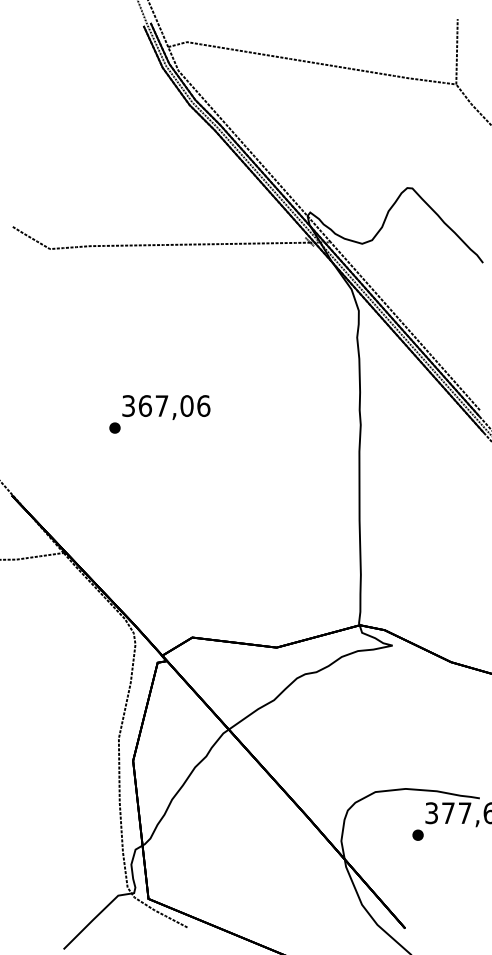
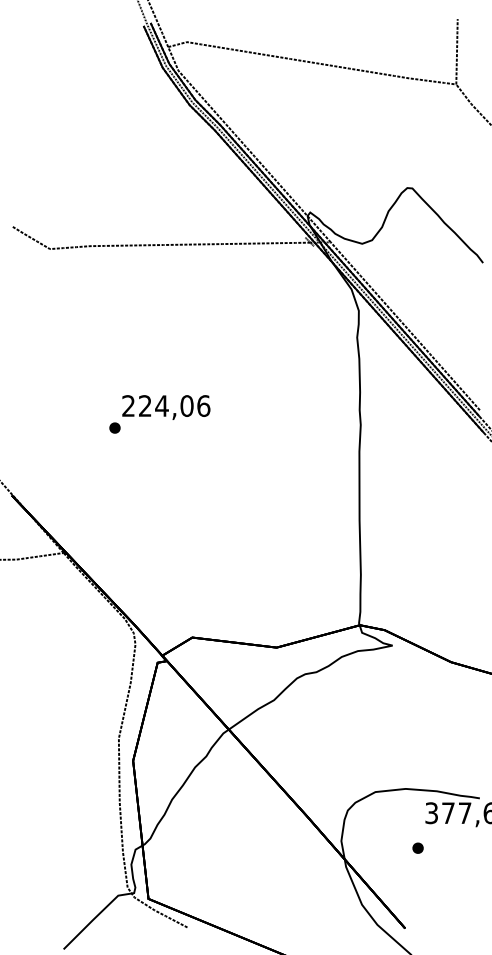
text at (145, 406): 367,06 -> 224,06
part at (417, 834) position: (417, 834) -> (417, 847)
